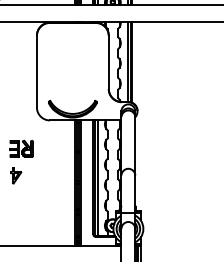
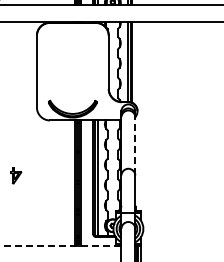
line at (135, 145): solid -> dashed
part at (21, 148): present -> none
line at (60, 245): solid -> dashed
